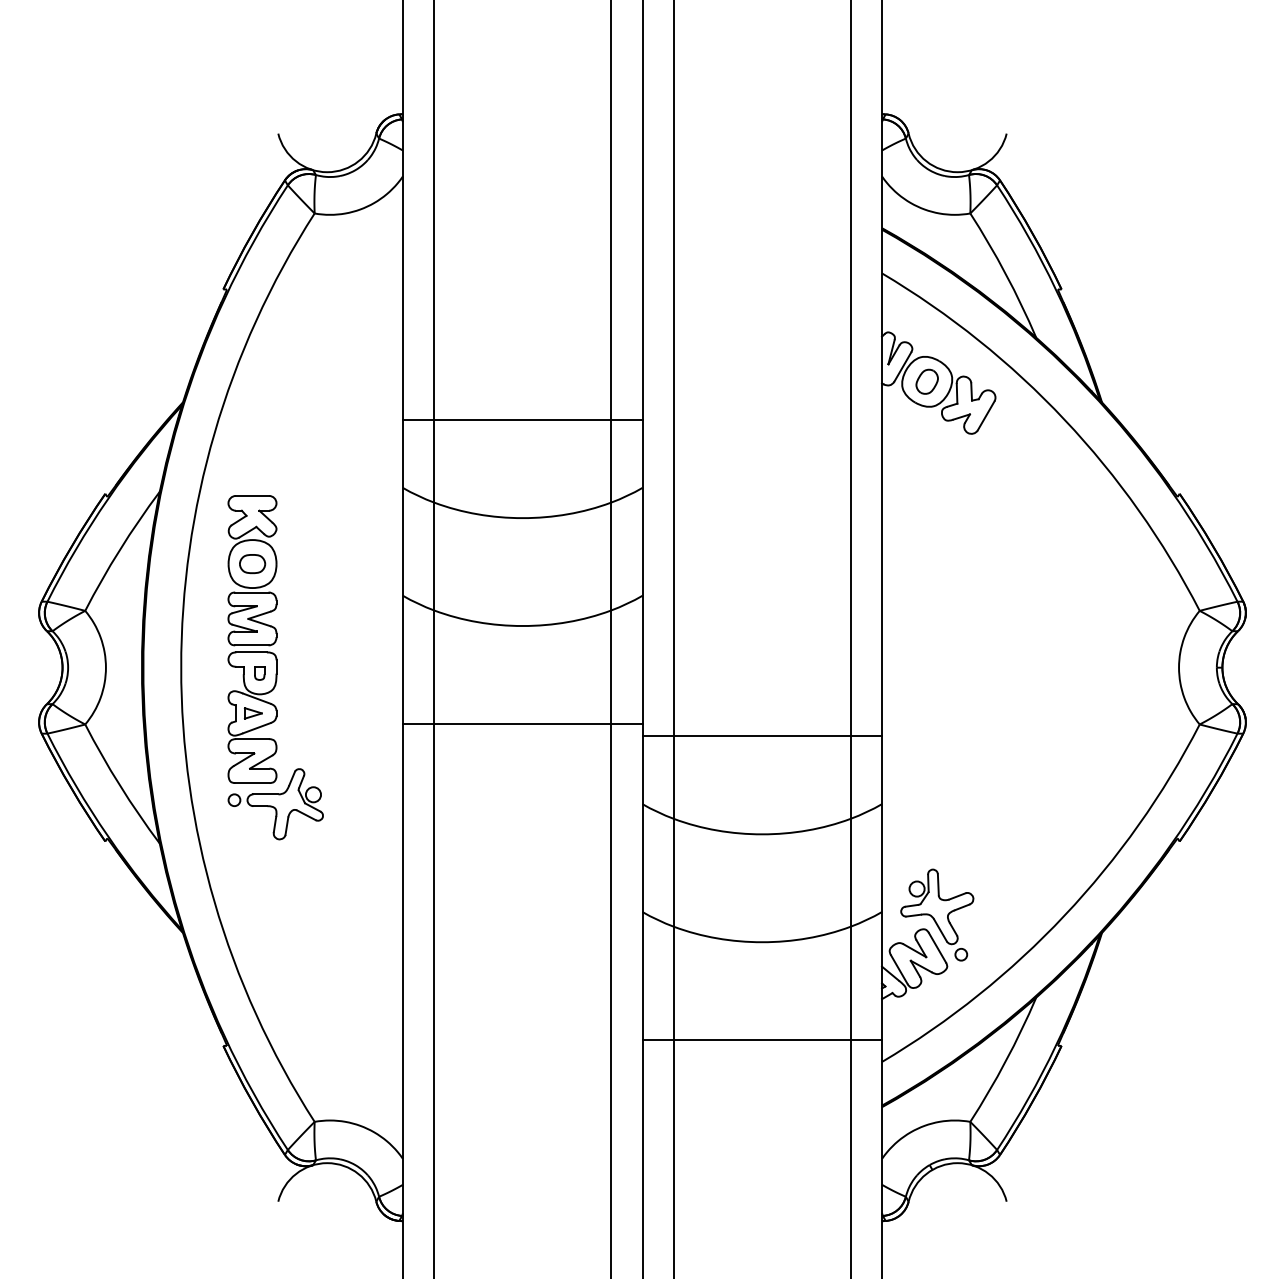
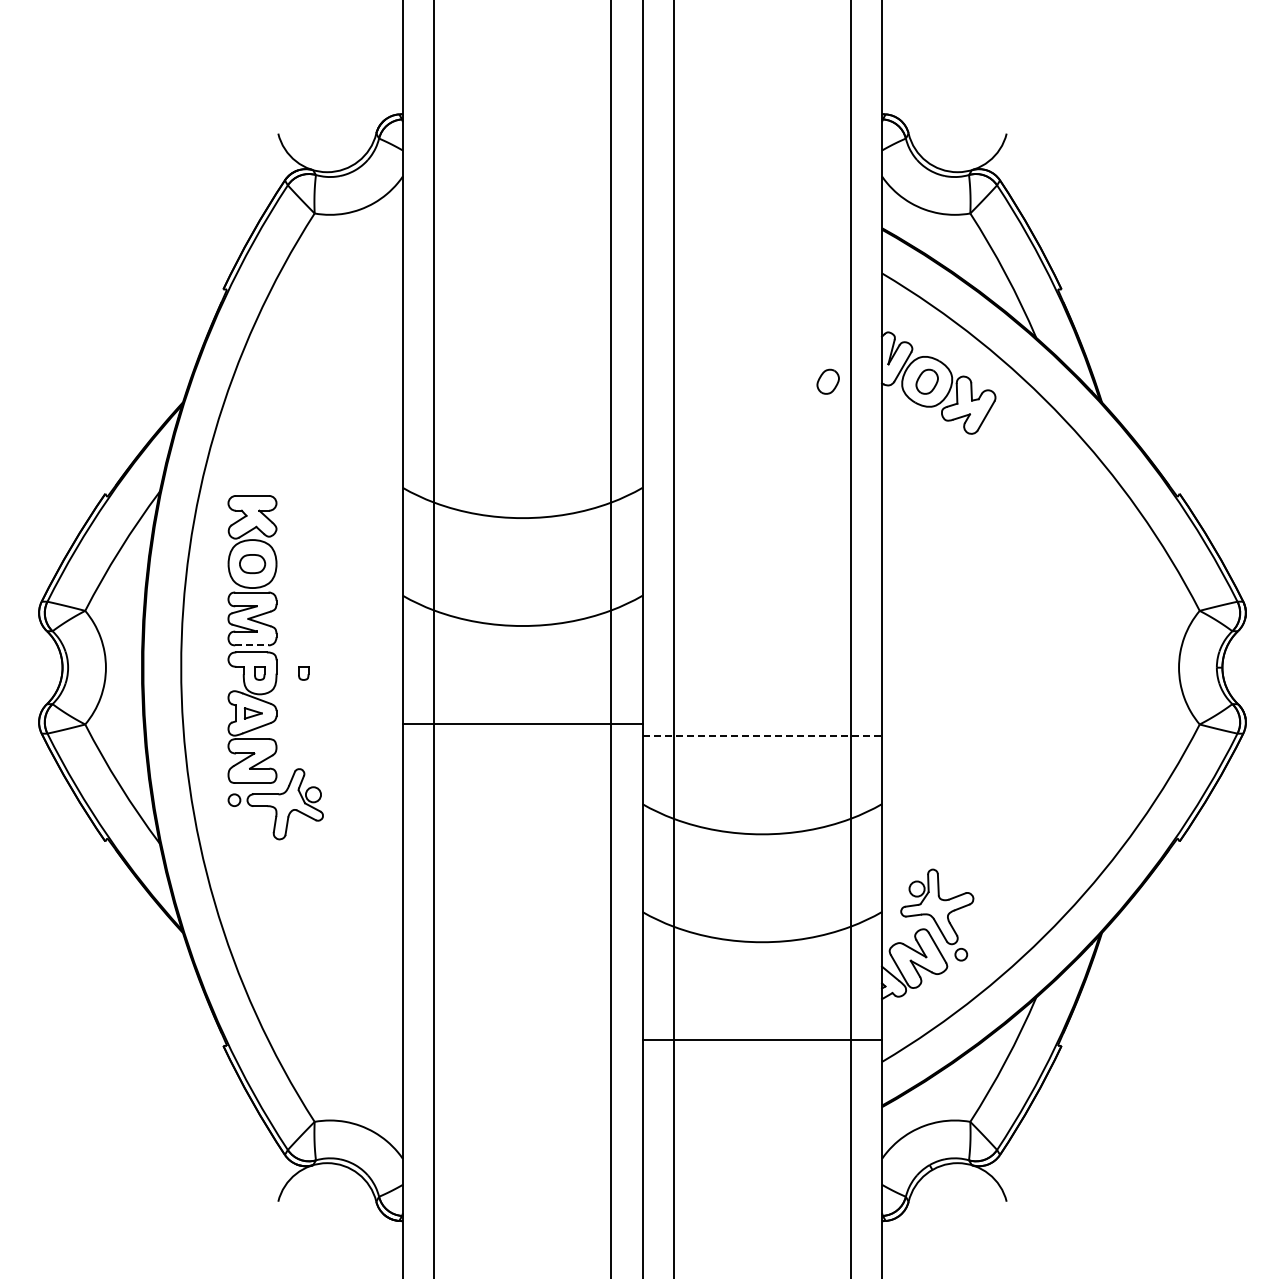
part at (827, 381): none -> present
line at (522, 420): present -> none
line at (251, 645): solid -> dashed
part at (303, 673): none -> present
line at (762, 736): solid -> dashed
